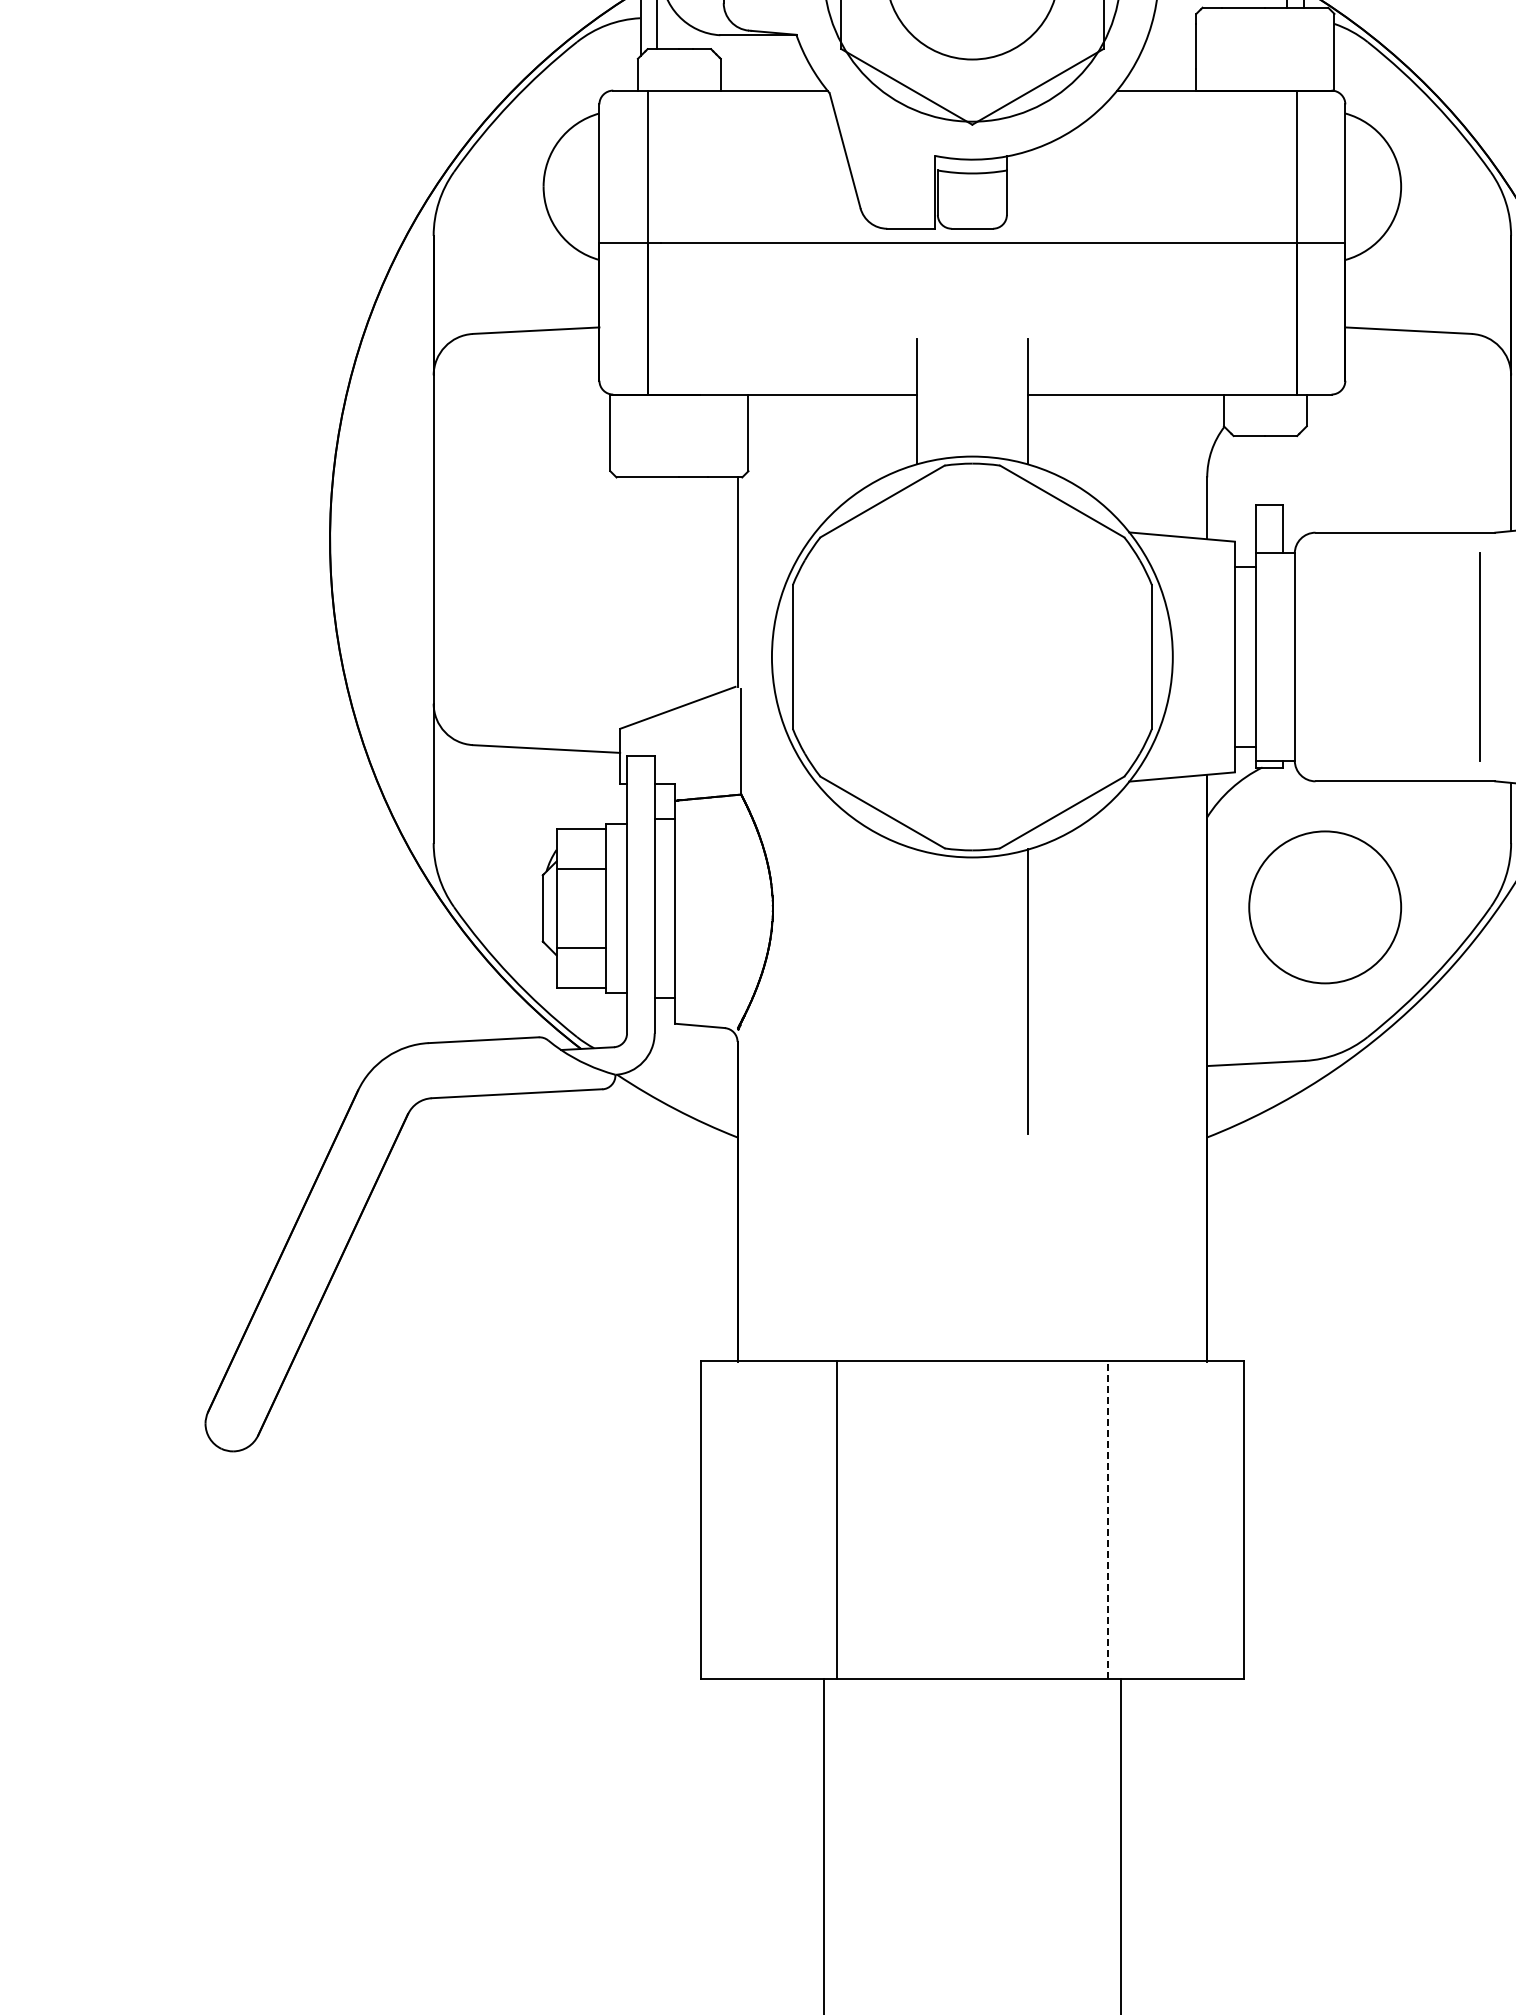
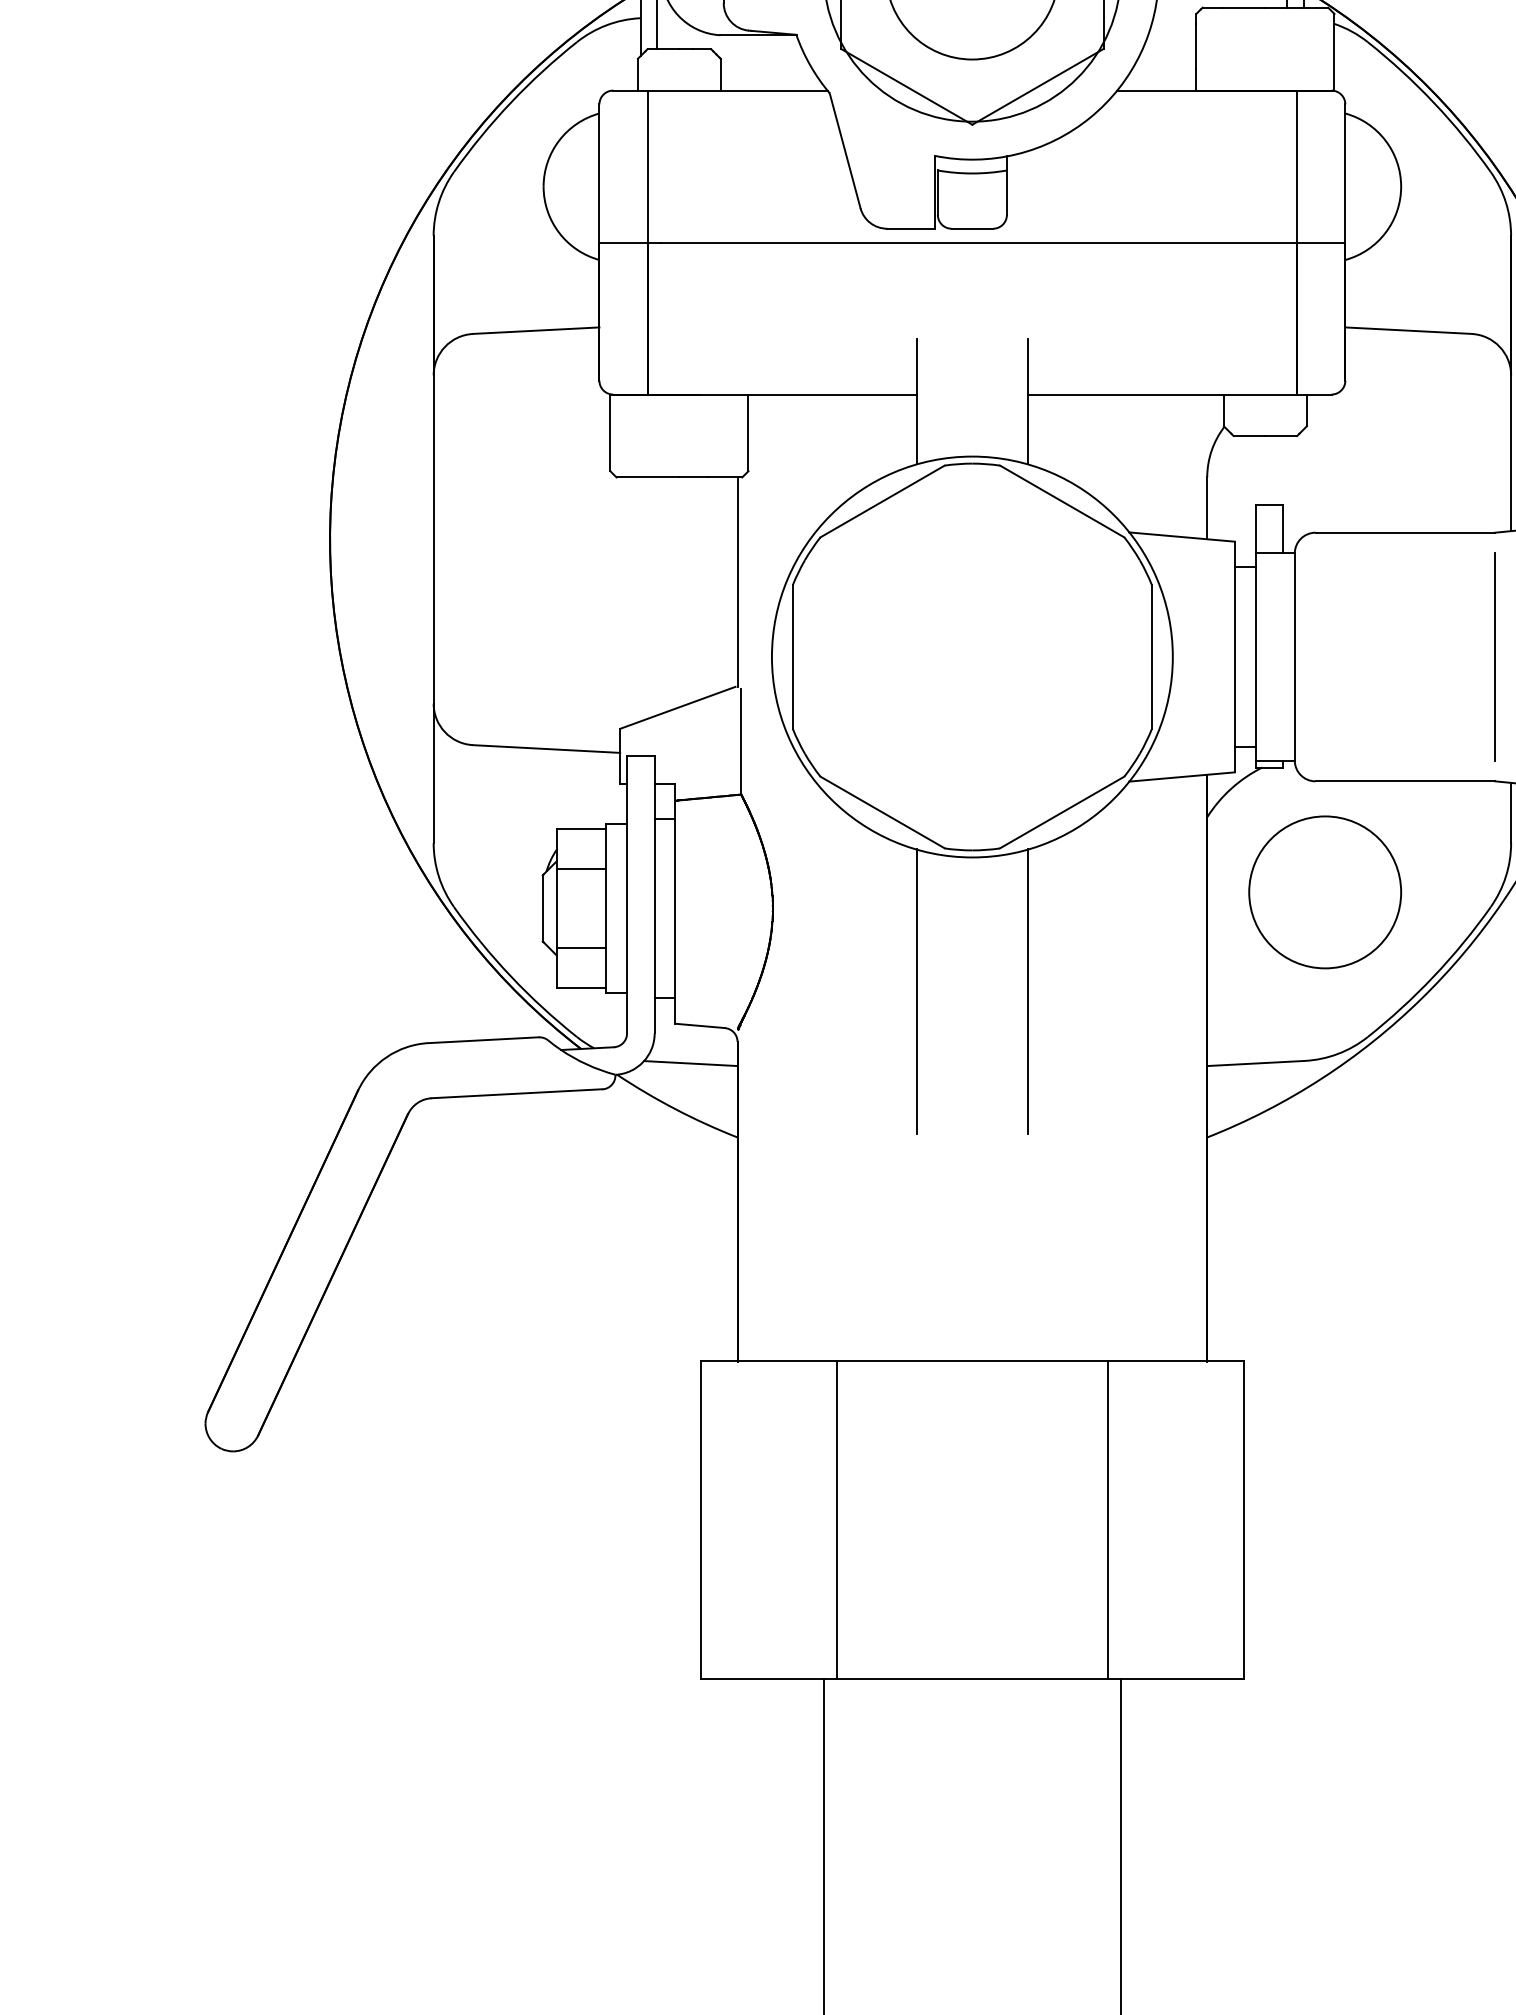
line at (1479, 656) position: (1479, 656) -> (1494, 656)
circle at (1325, 907) position: (1325, 907) -> (1325, 892)
line at (917, 991): none -> present
line at (690, 1063): none -> present
line at (1107, 1520): dashed -> solid
